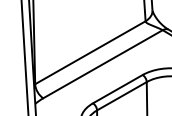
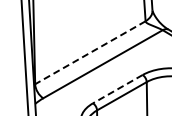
line at (90, 52): solid -> dashed
line at (117, 89): solid -> dashed
